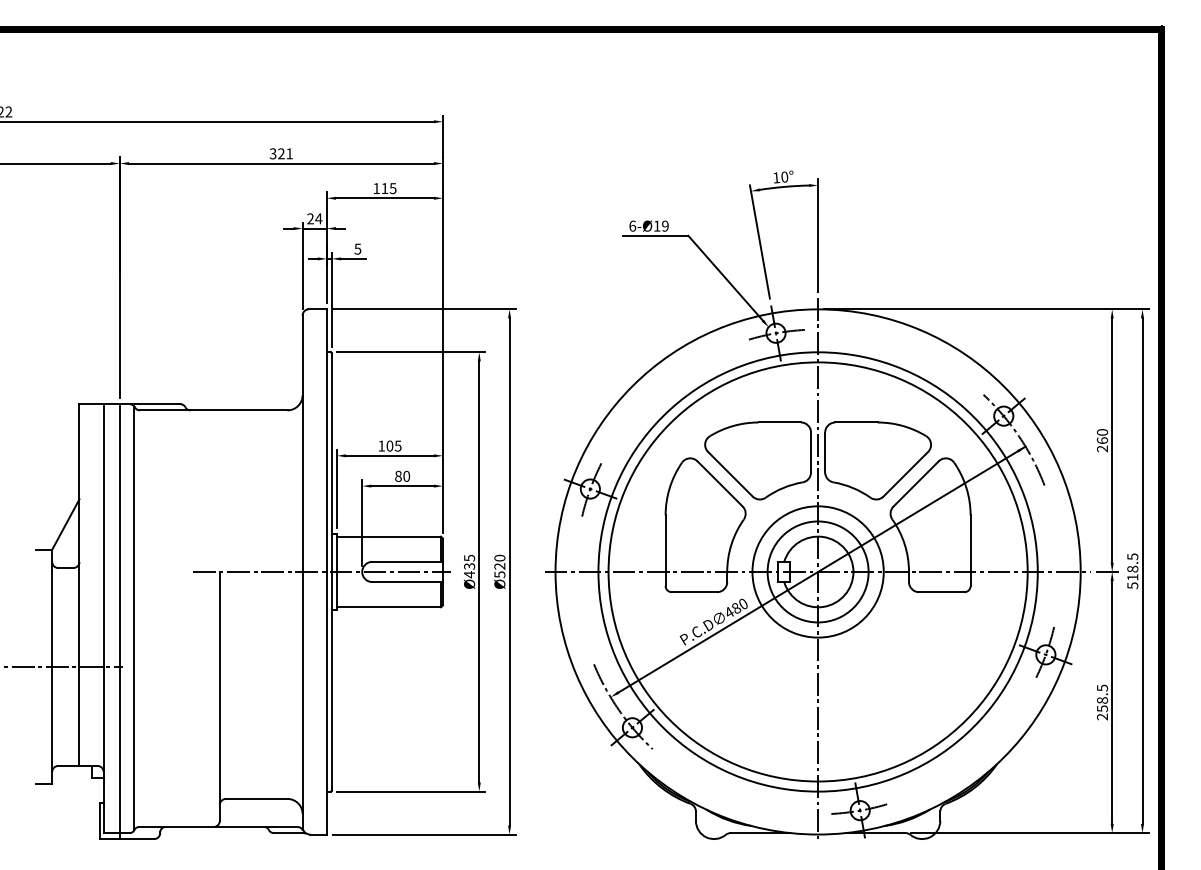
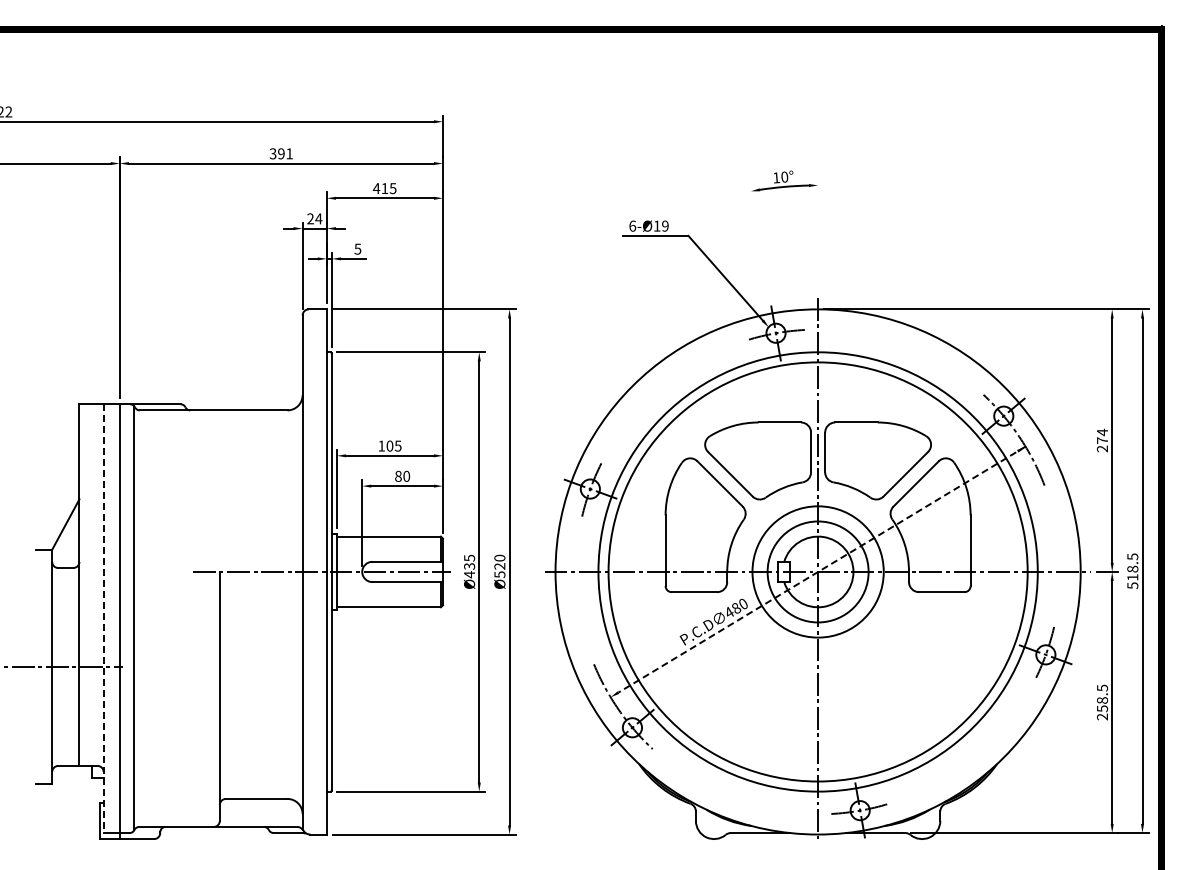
text at (281, 154): 321 -> 391
text at (376, 188): 115 -> 415
line at (818, 235): present -> none
line at (759, 241): present -> none
text at (1102, 435): 260 -> 274
line at (822, 569): solid -> dashed
line at (103, 619): solid -> dashed
